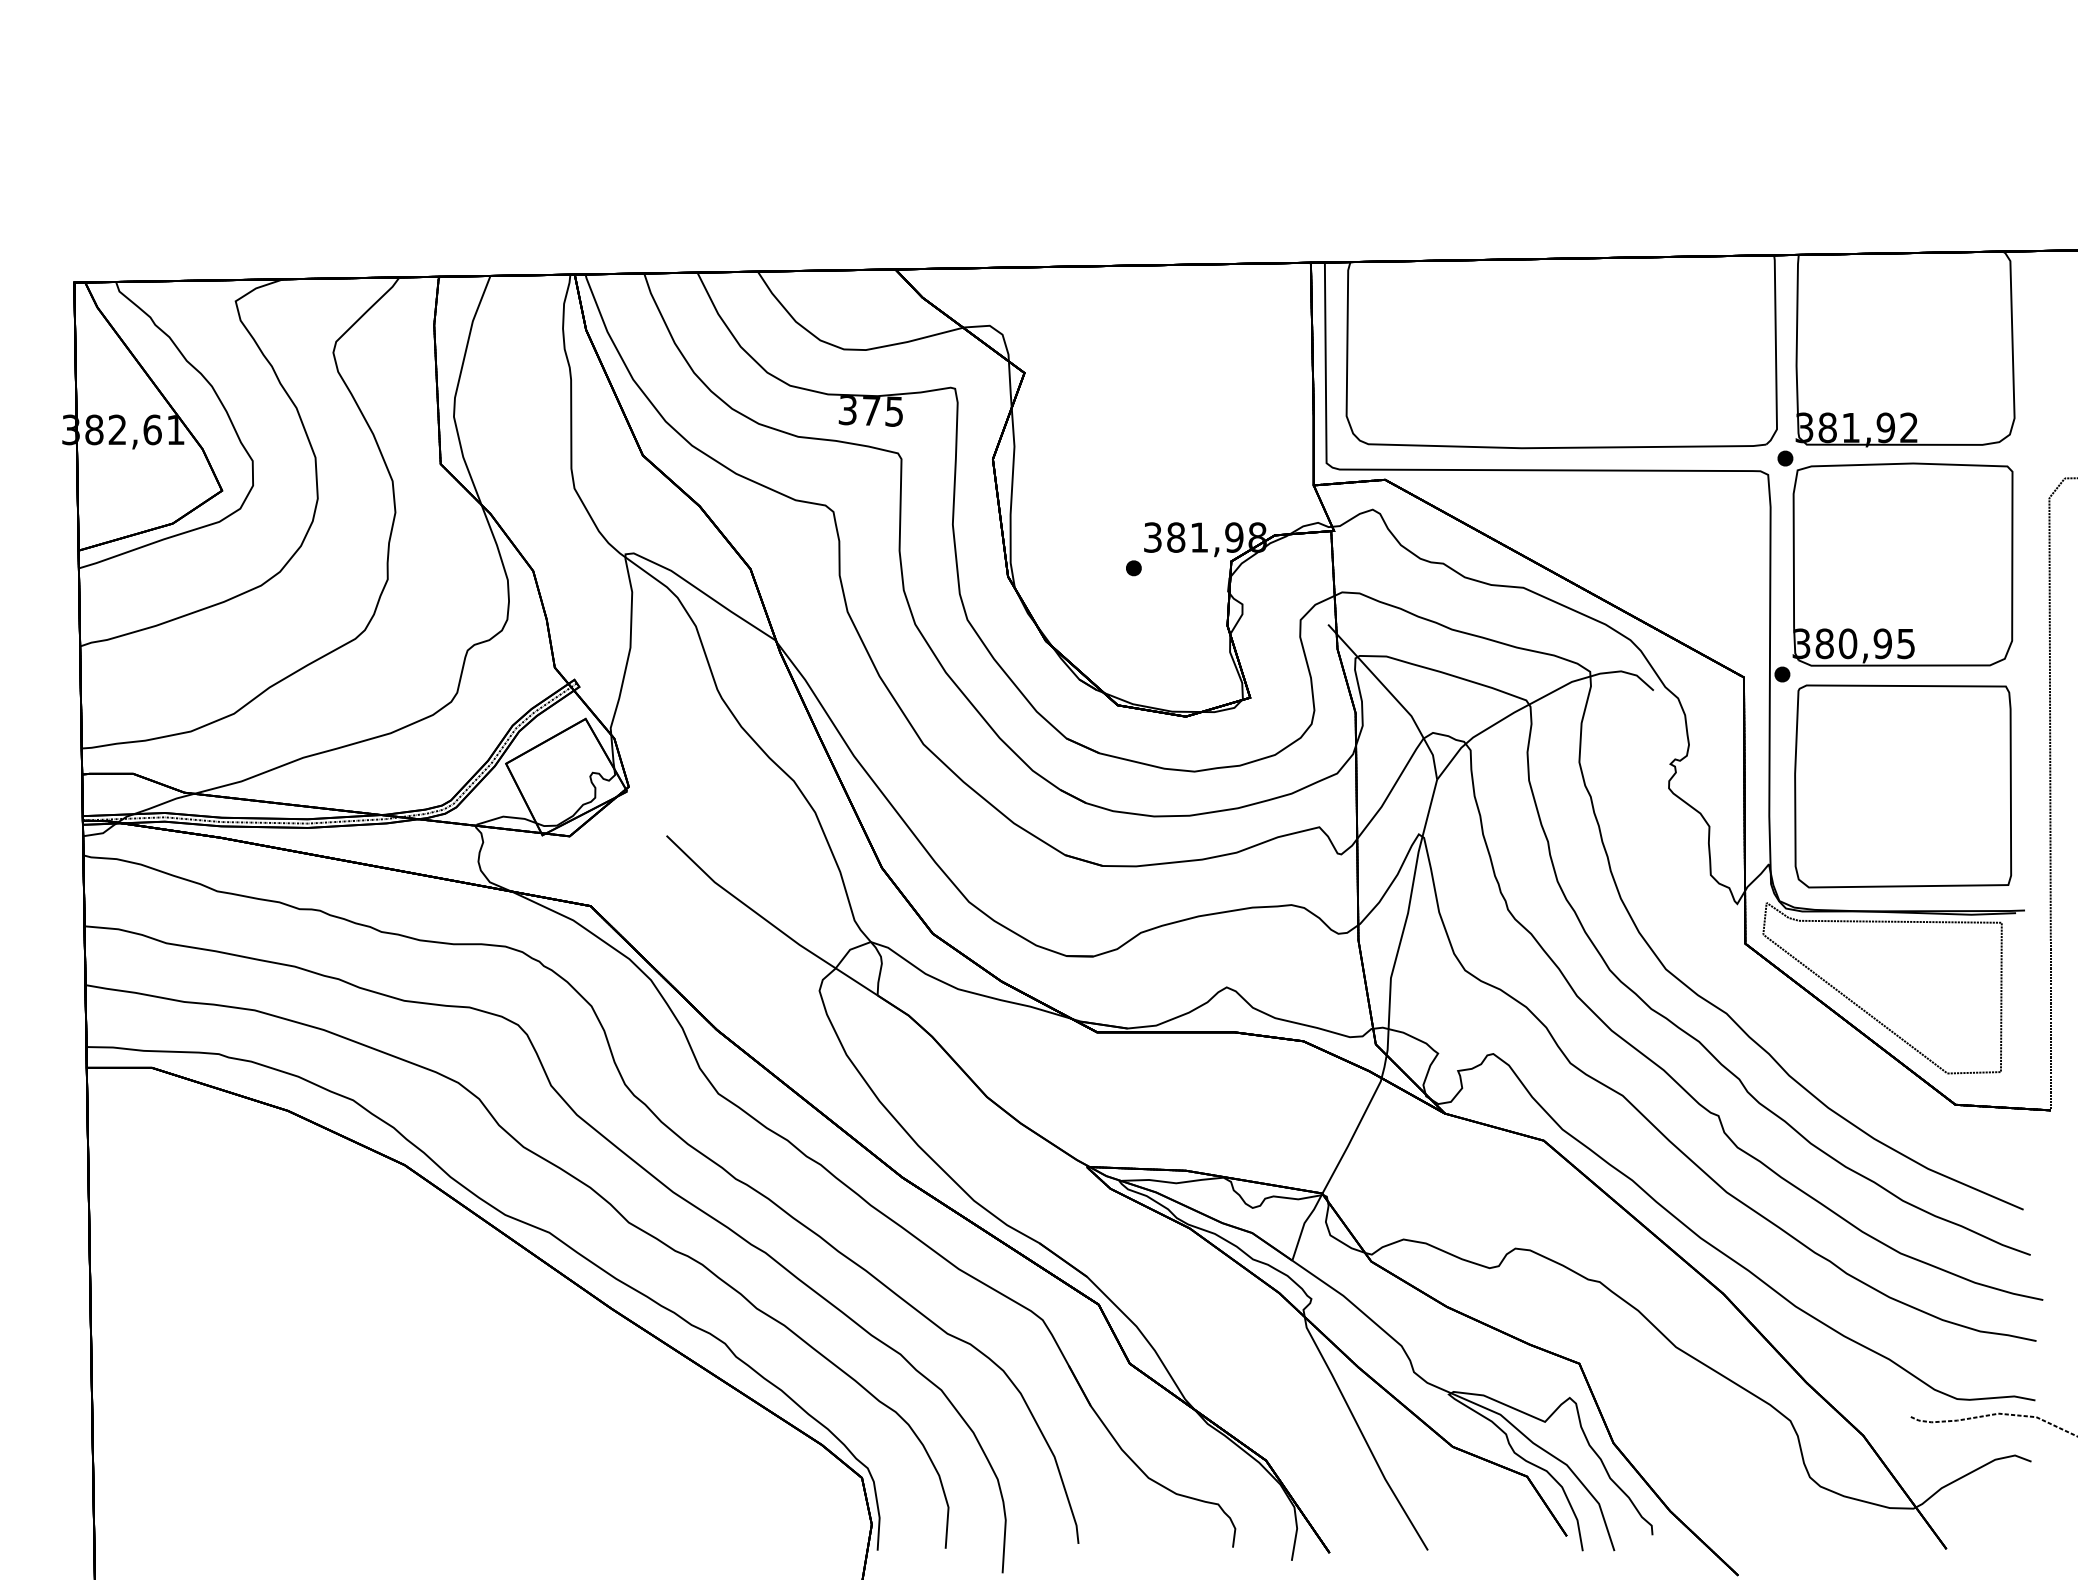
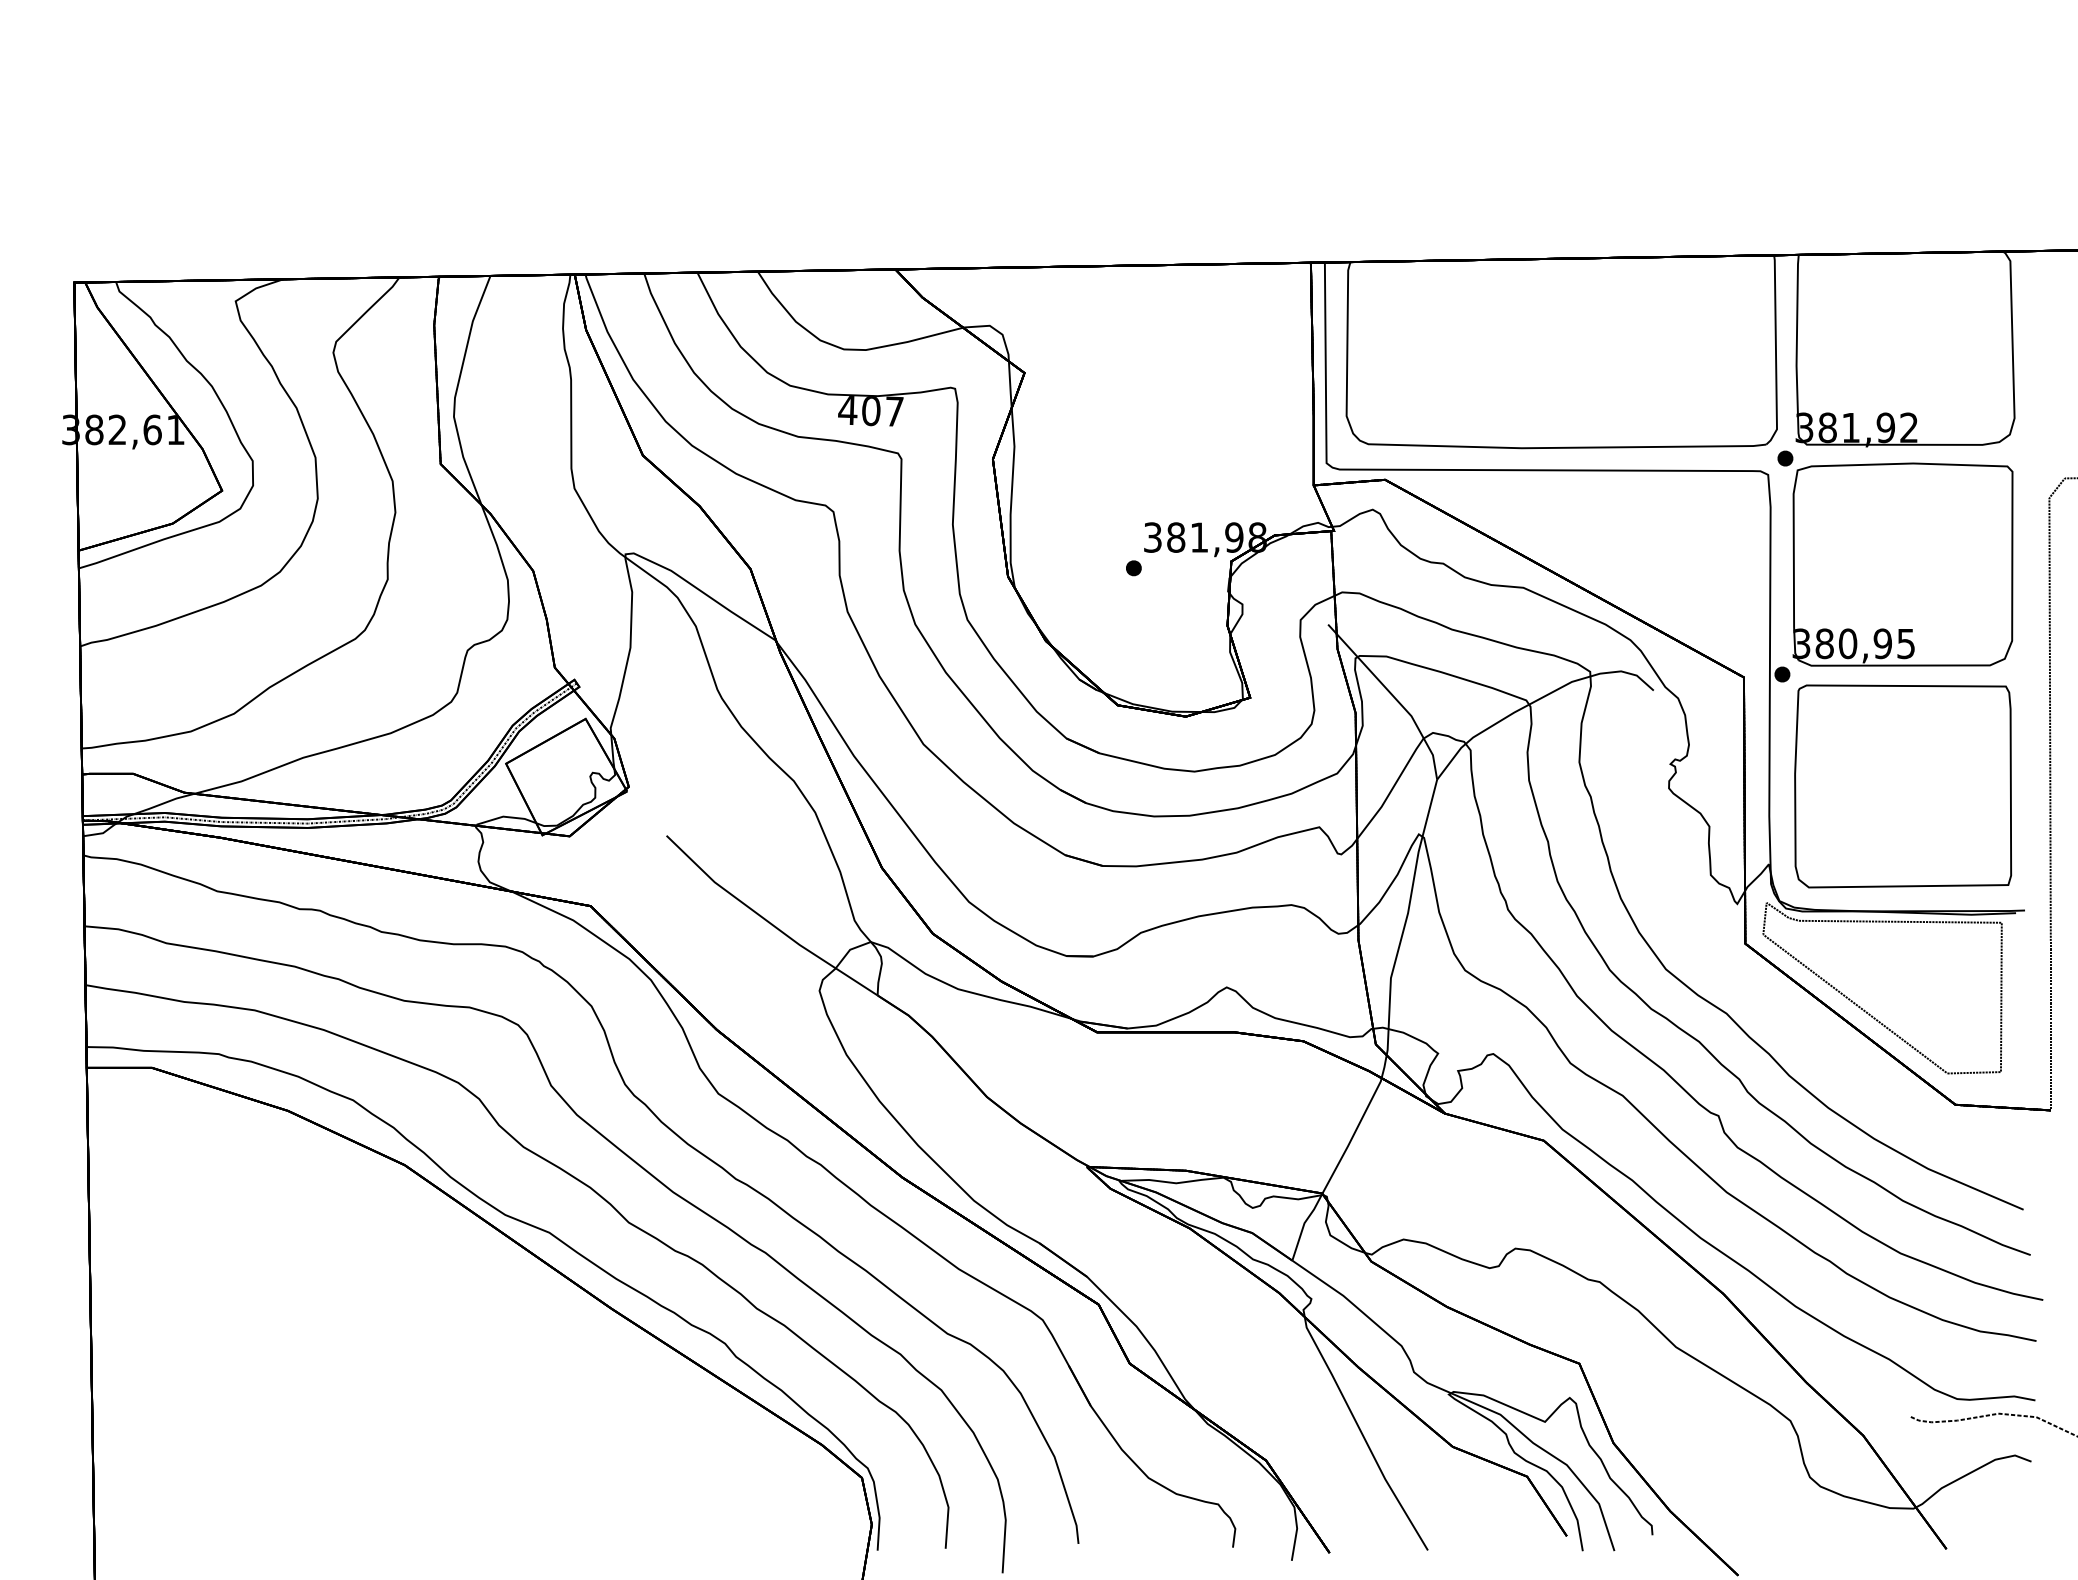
text at (870, 411): 375 -> 407
